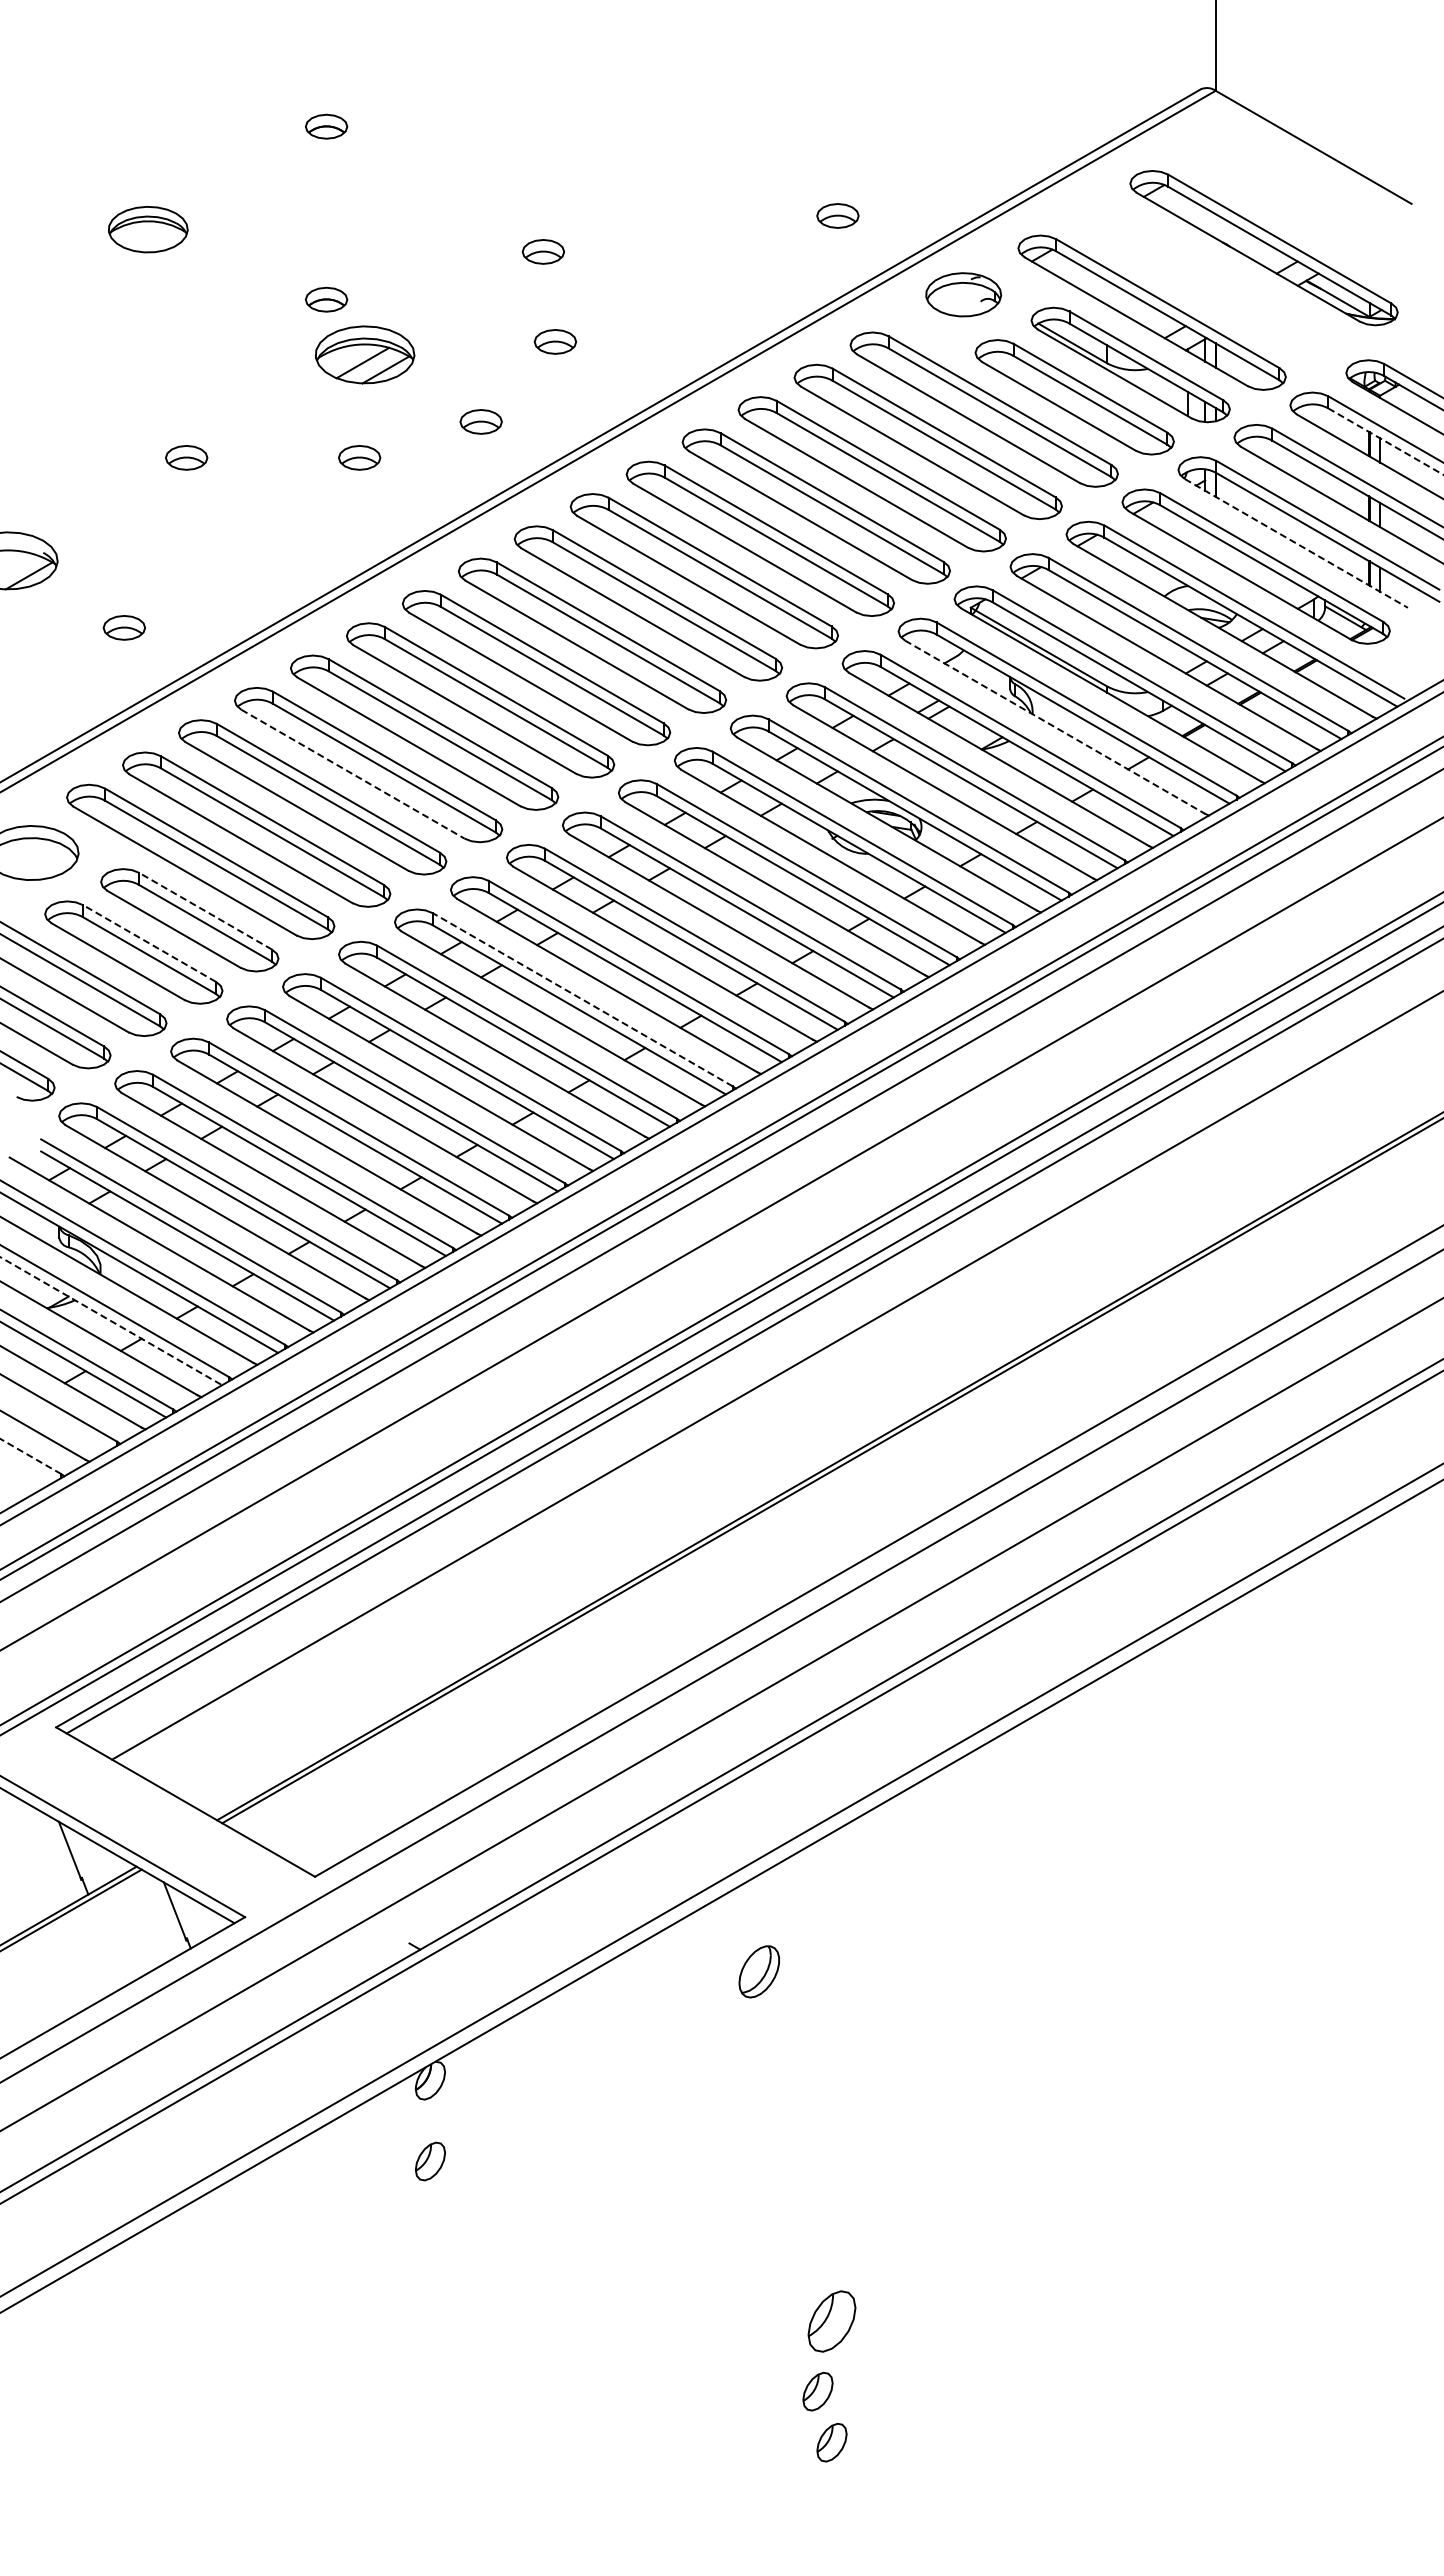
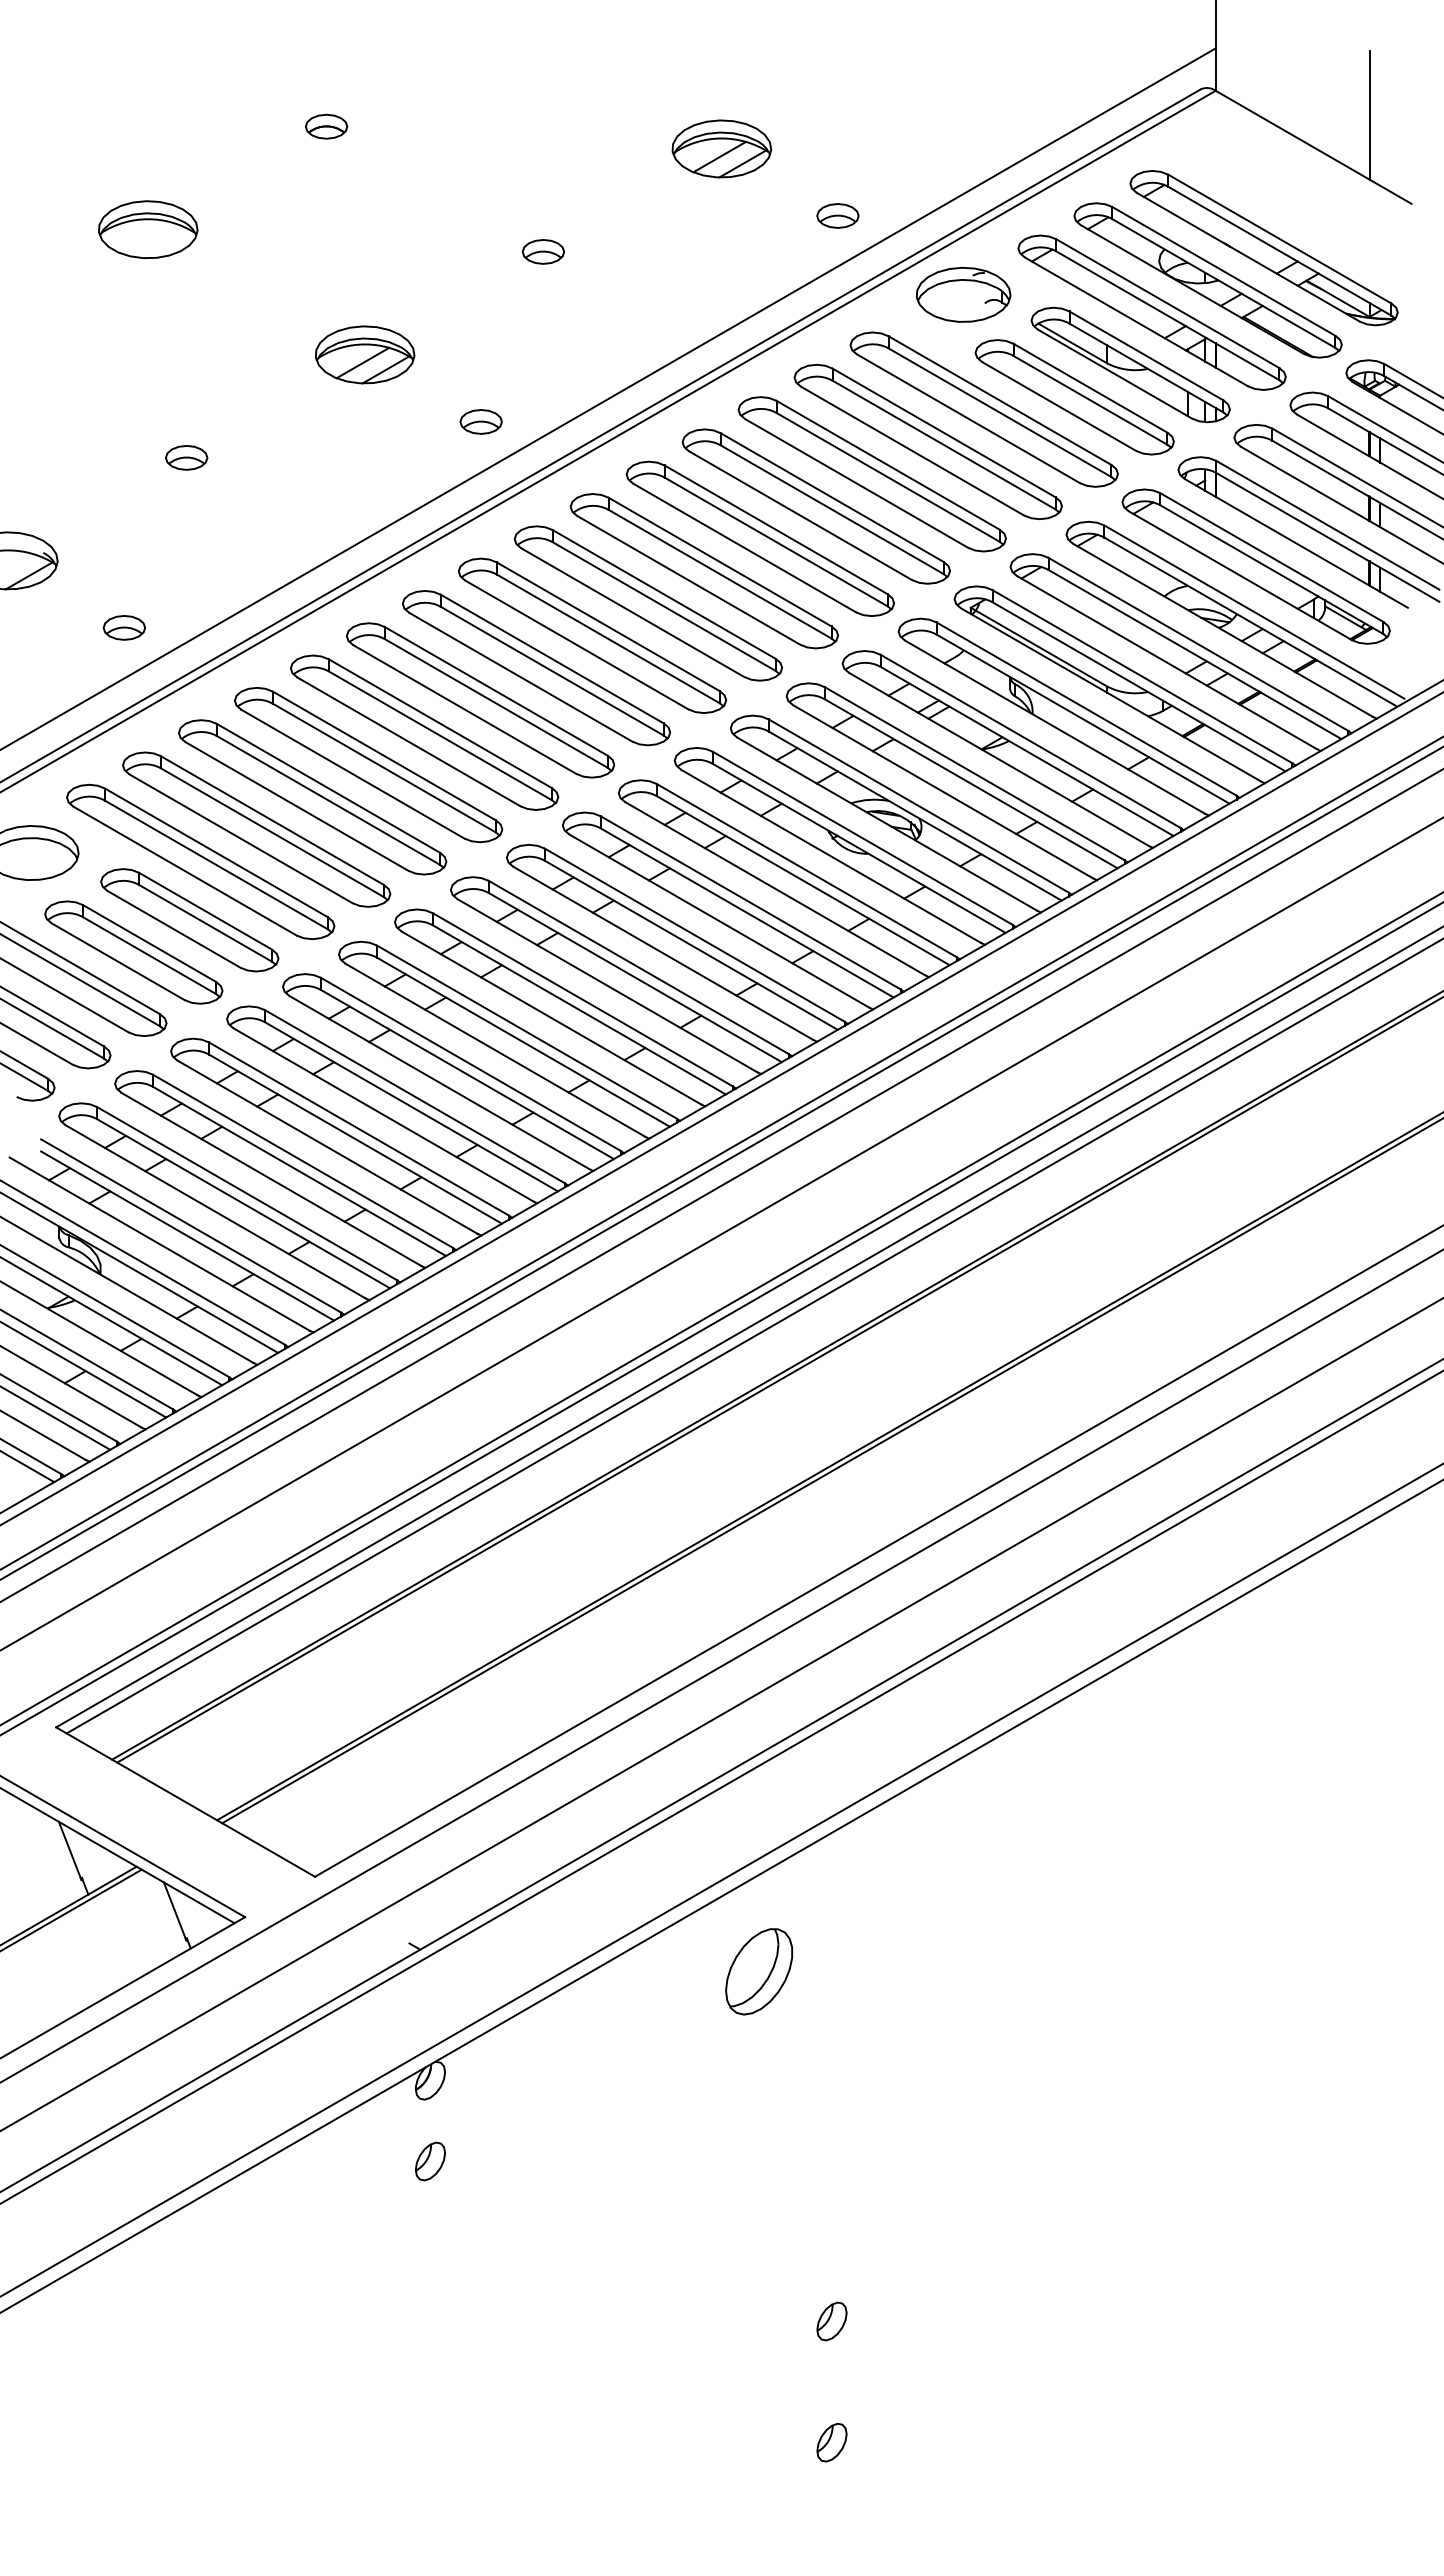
line at (1369, 115): none -> present
part at (721, 148): none -> present
part at (148, 229) size: 81x48 px -> 101x59 px
part at (1207, 280): none -> present
part at (963, 294) size: 78x46 px -> 96x57 px
part at (326, 299): present -> none
part at (554, 341): present -> none
line at (608, 398): none -> present
line at (1386, 441): dashed -> solid
part at (359, 457): present -> none
line at (1296, 543): dashed -> solid
line at (1055, 727): dashed -> solid
line at (352, 774): dashed -> solid
line at (205, 911): dashed -> solid
line at (149, 943): dashed -> solid
line at (582, 999): dashed -> solid
line at (111, 1321): dashed -> solid
line at (778, 1380): none -> present
line at (56, 1418): none -> present
line at (31, 1456): dashed -> solid
line at (28, 1467): none -> present
part at (758, 1971) size: 42x54 px -> 69x88 px
part at (831, 2321) size: 50x63 px -> 32x41 px
part at (817, 2391): present -> none
